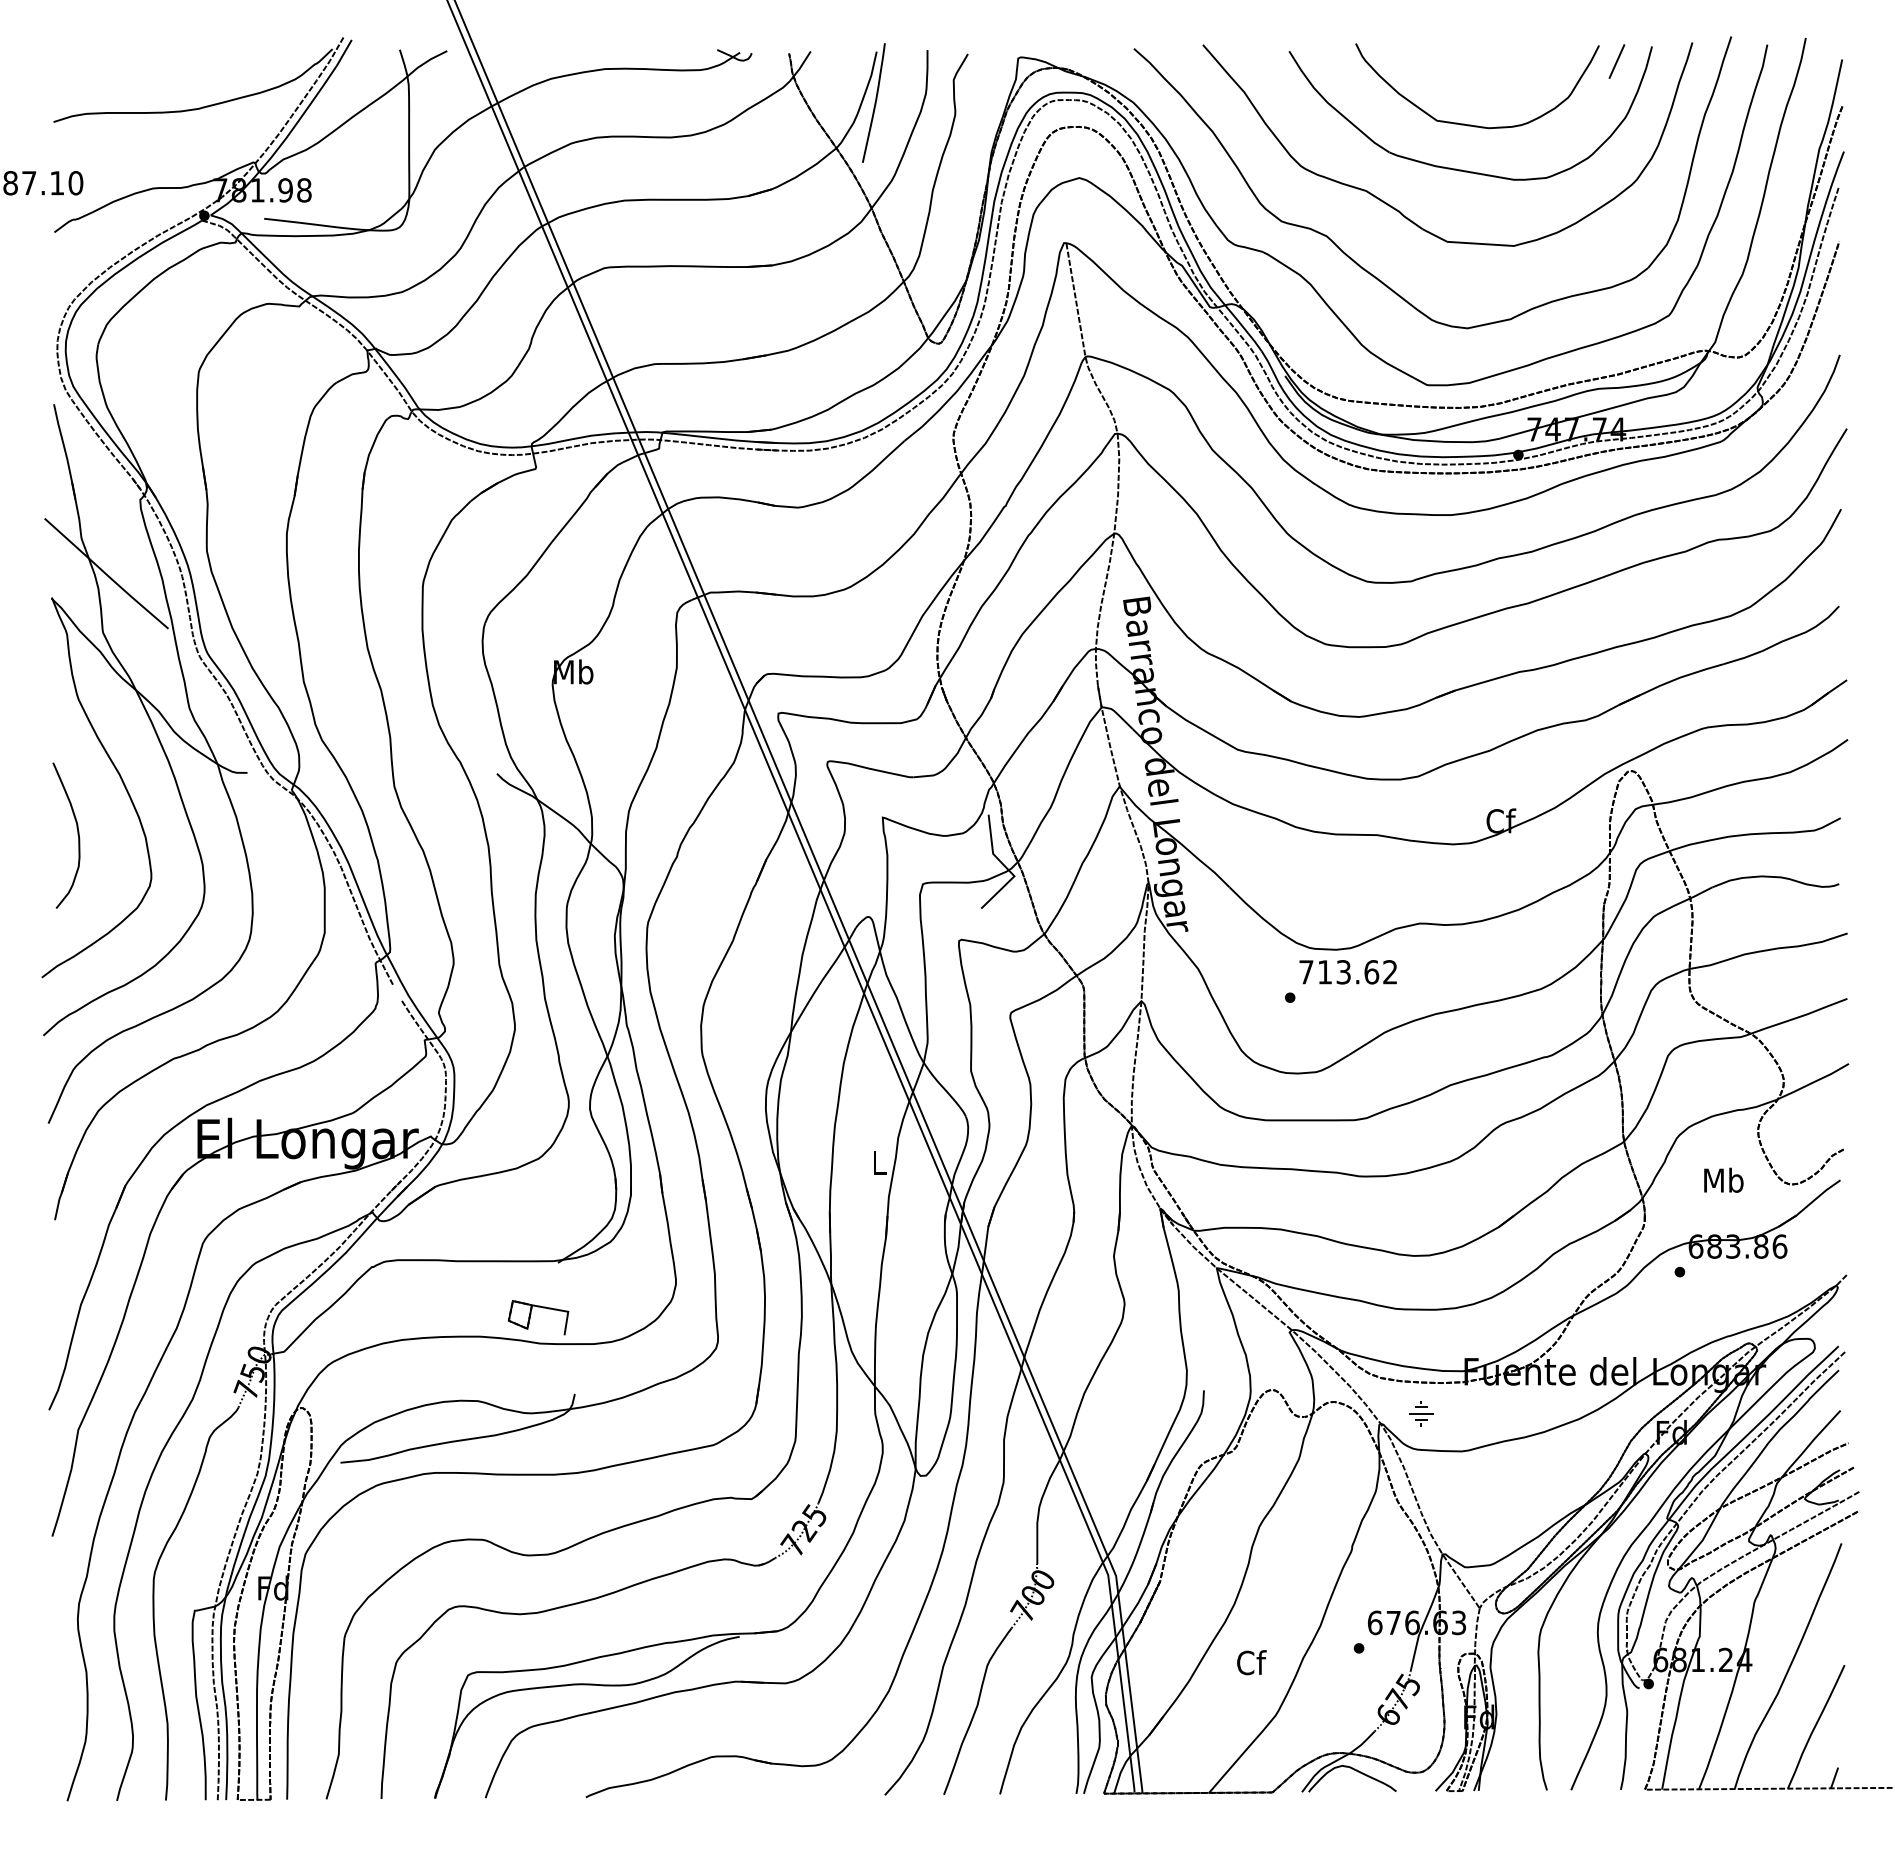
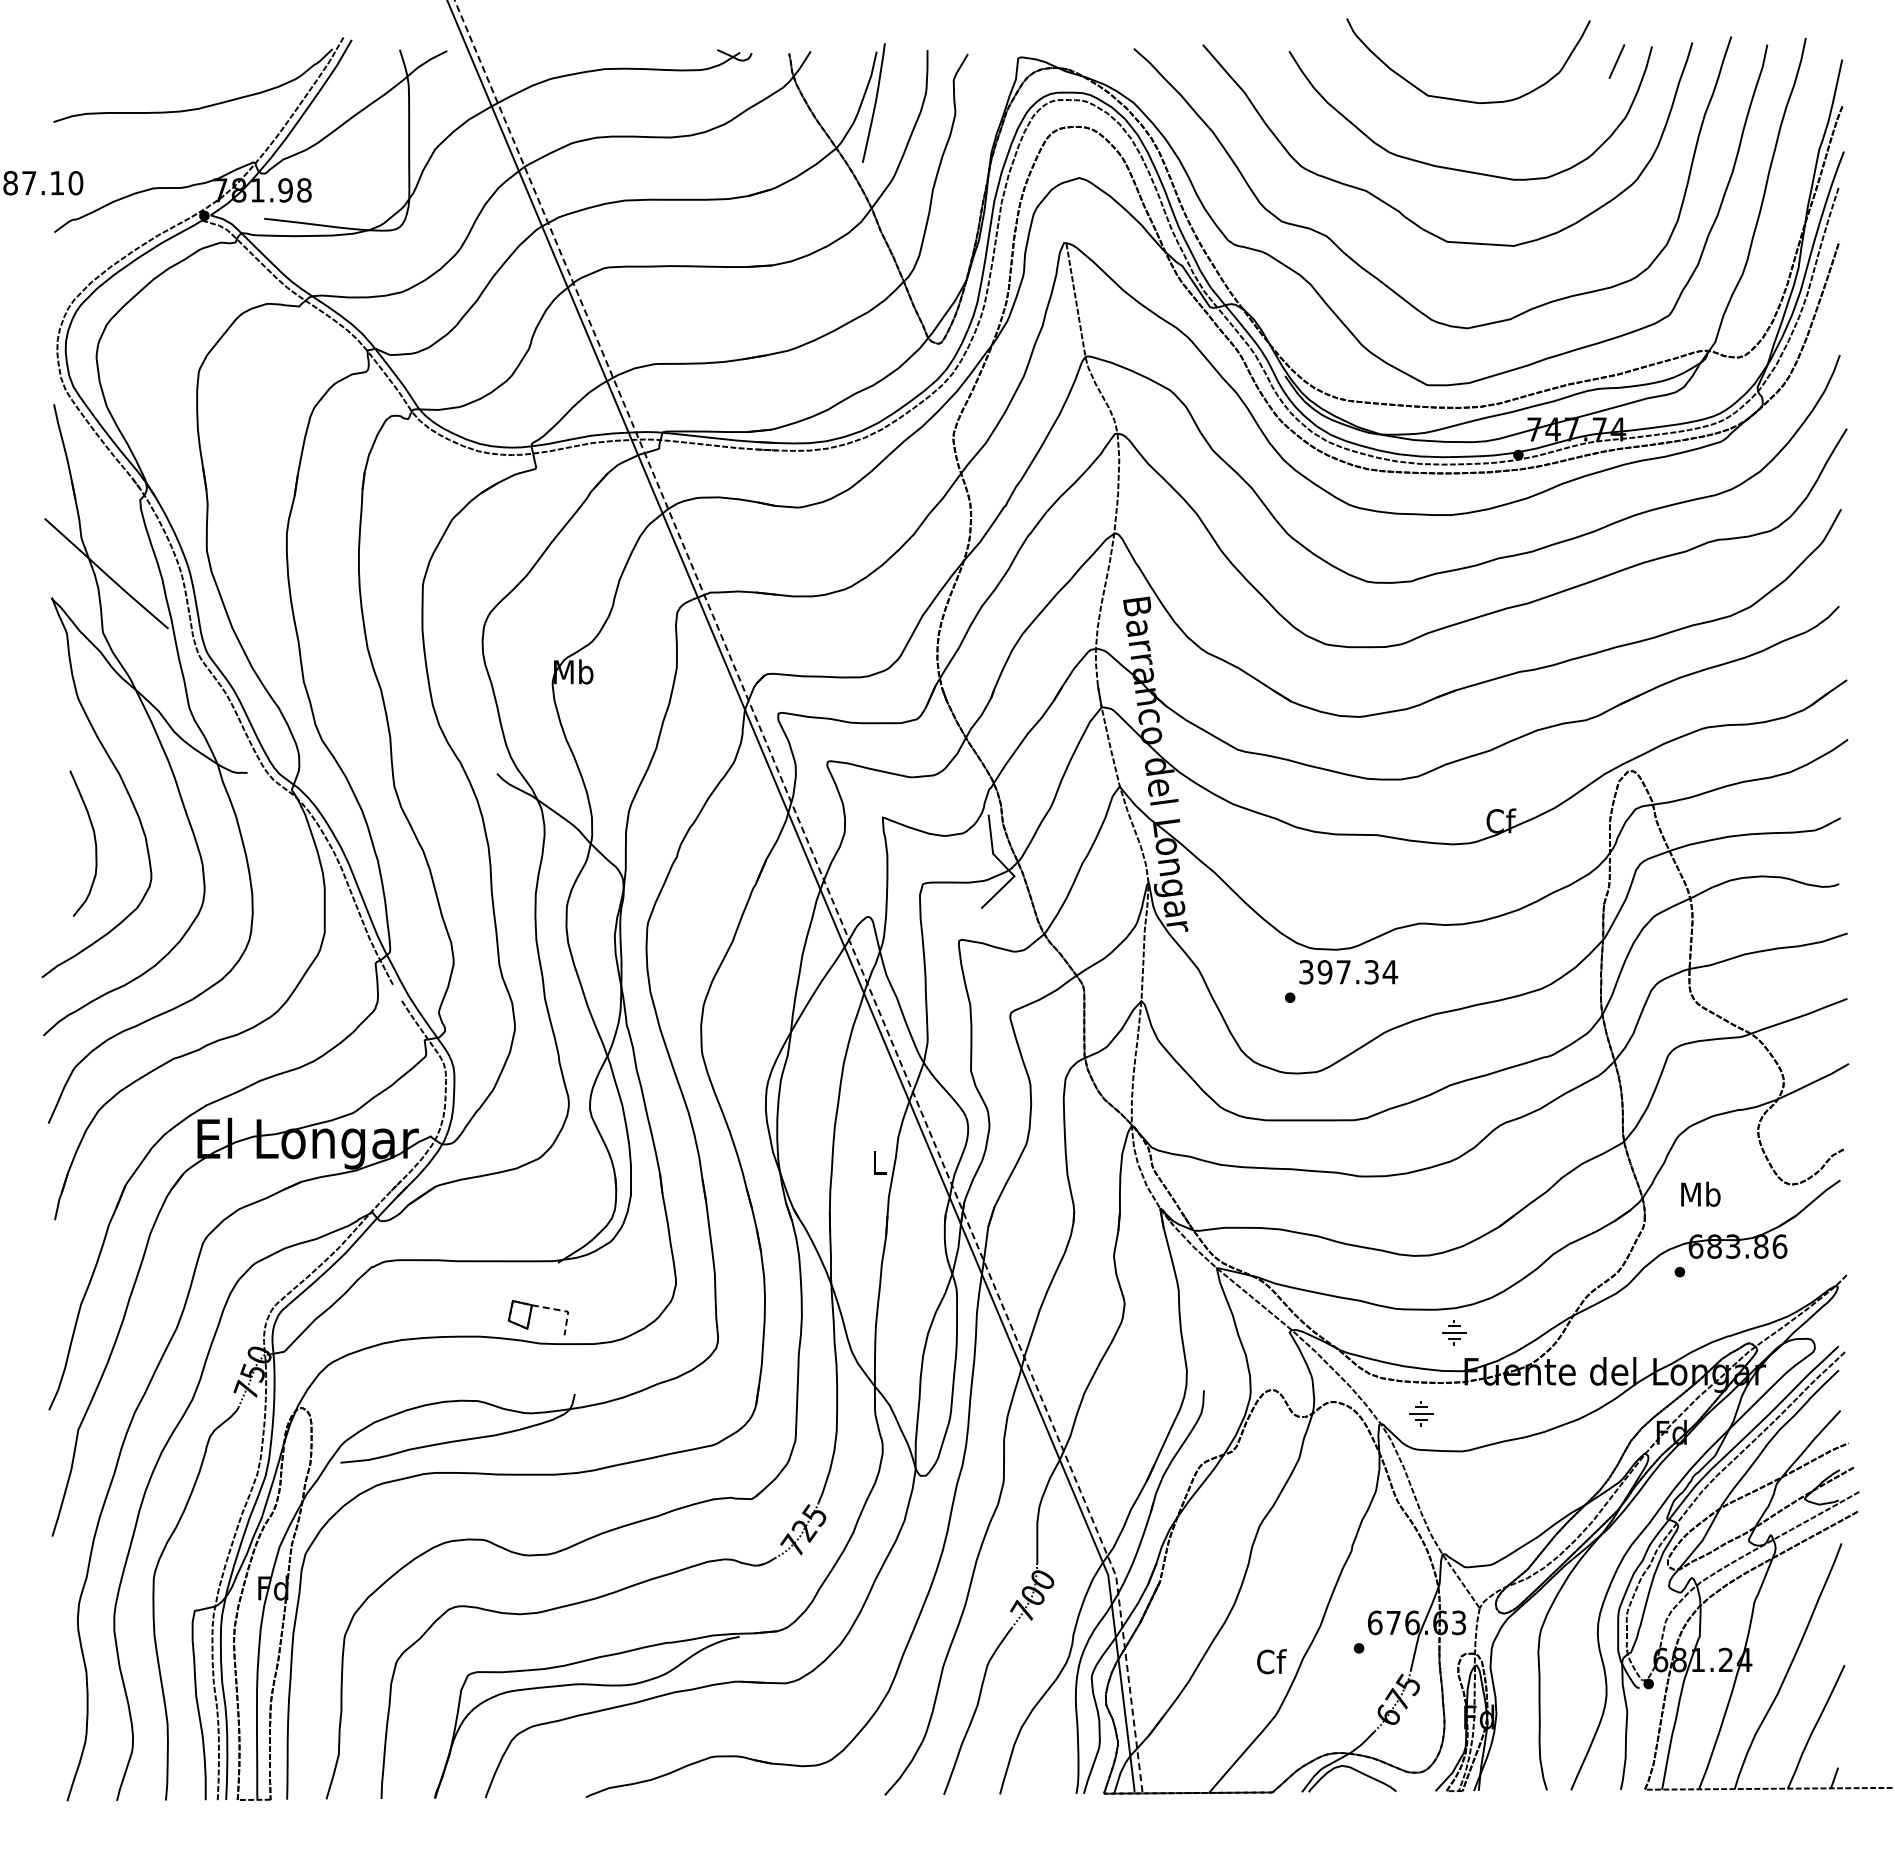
curve at (1471, 124) position: (1471, 124) -> (1462, 99)
curve at (77, 834) position: (77, 834) -> (94, 842)
line at (828, 891): solid -> dashed
text at (1348, 972): 713.62 -> 397.34
text at (1723, 1179) position: (1723, 1179) -> (1700, 1193)
line at (562, 1310): solid -> dashed
part at (1454, 1332): none -> present
text at (1251, 1662) position: (1251, 1662) -> (1271, 1661)
